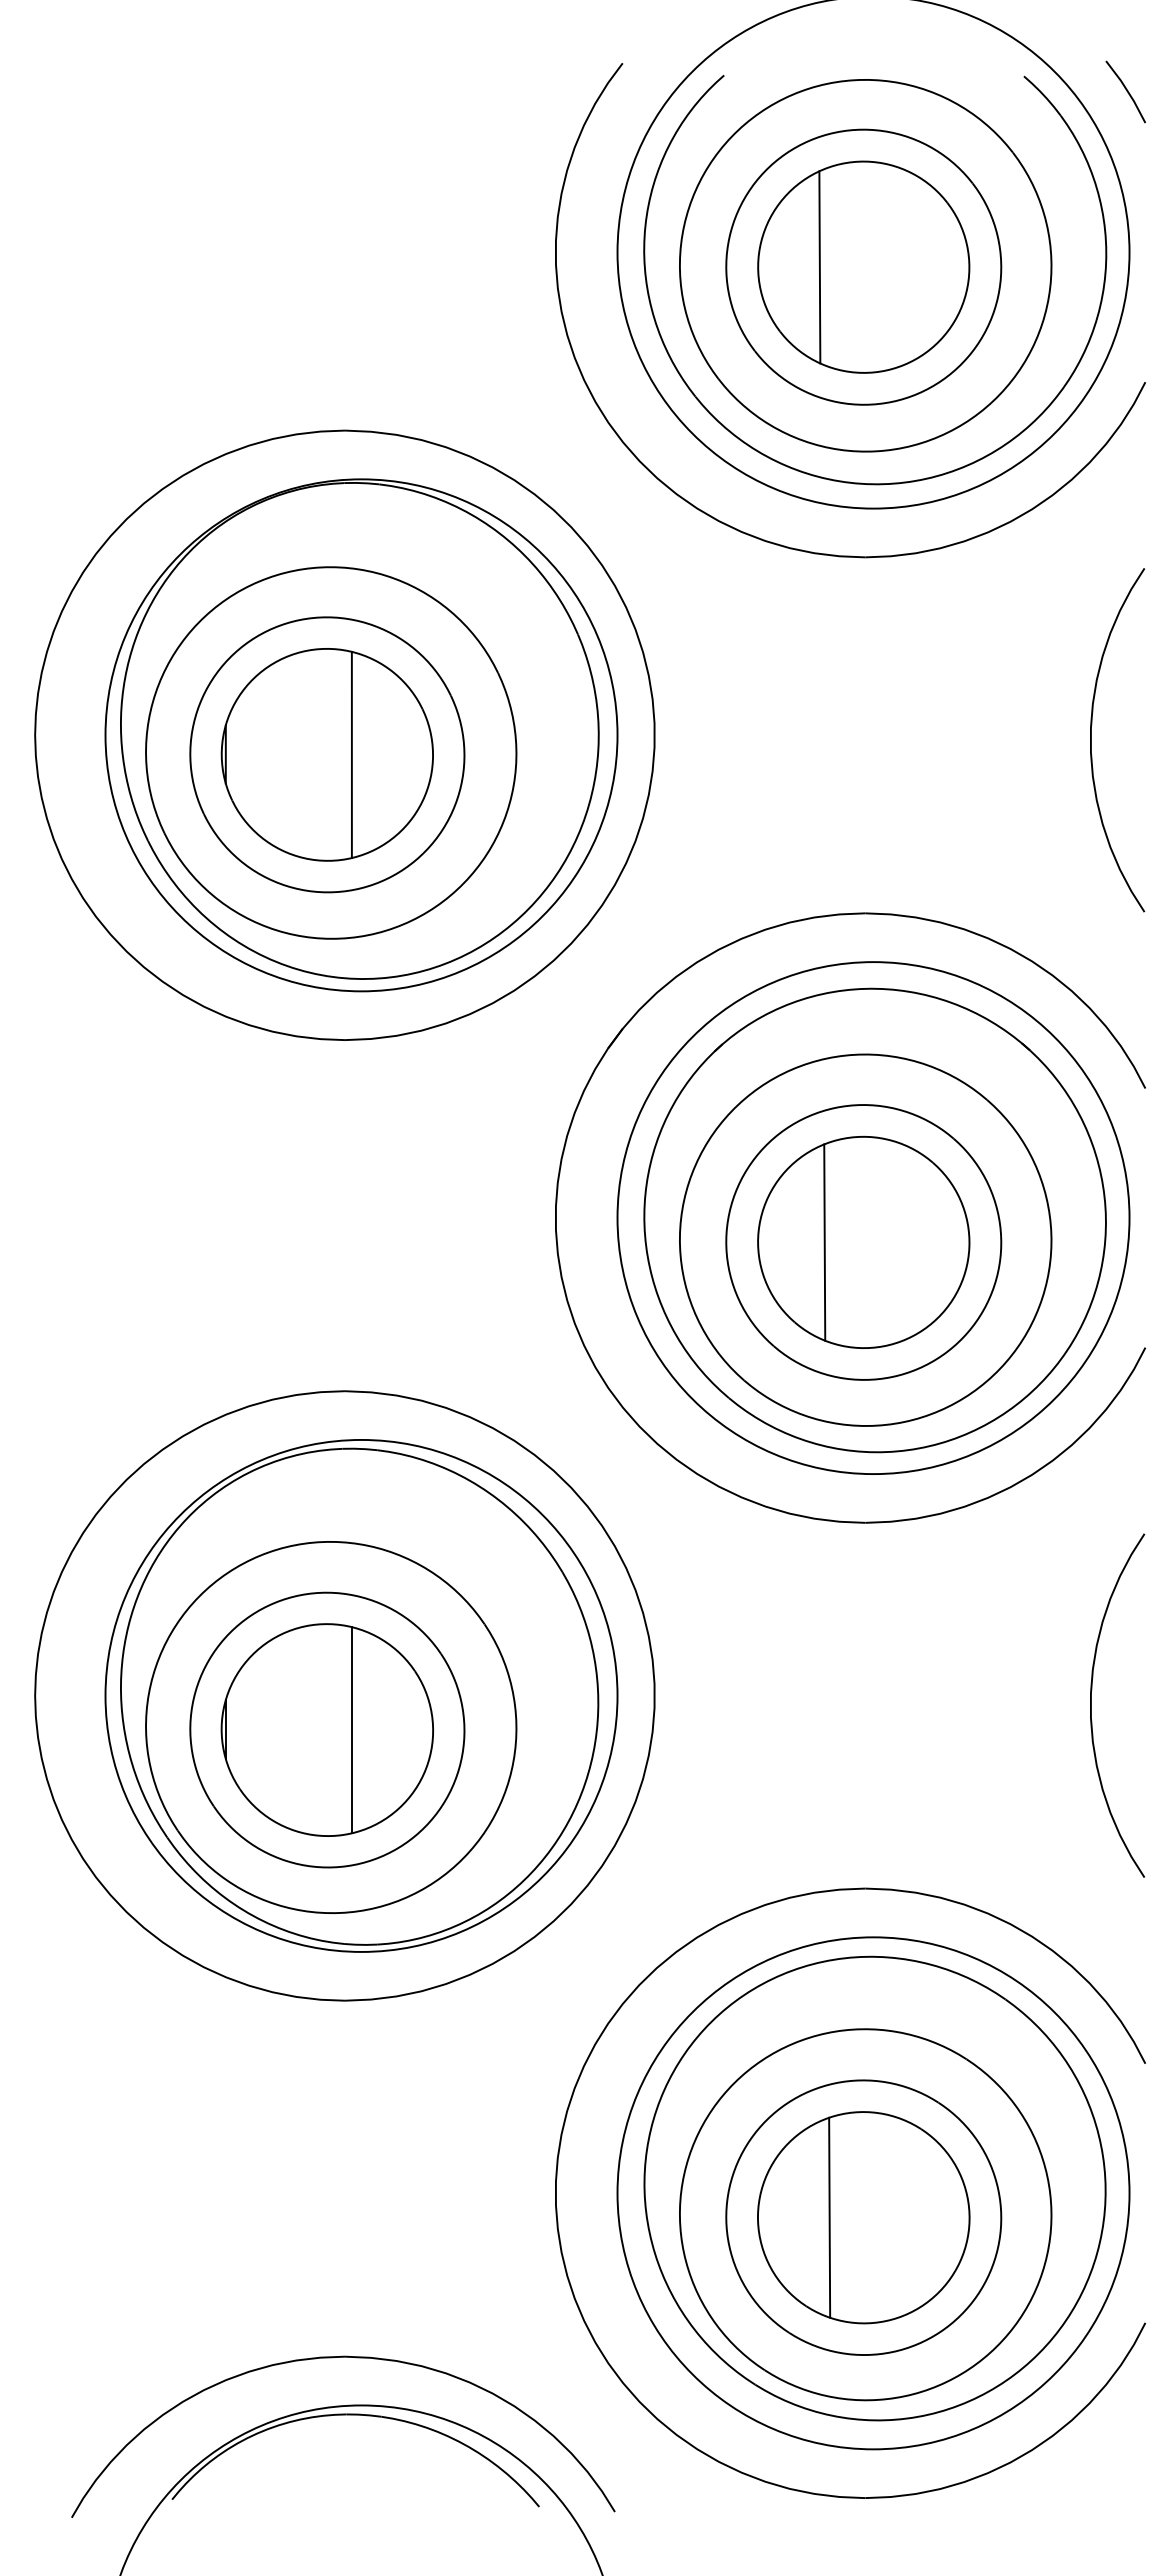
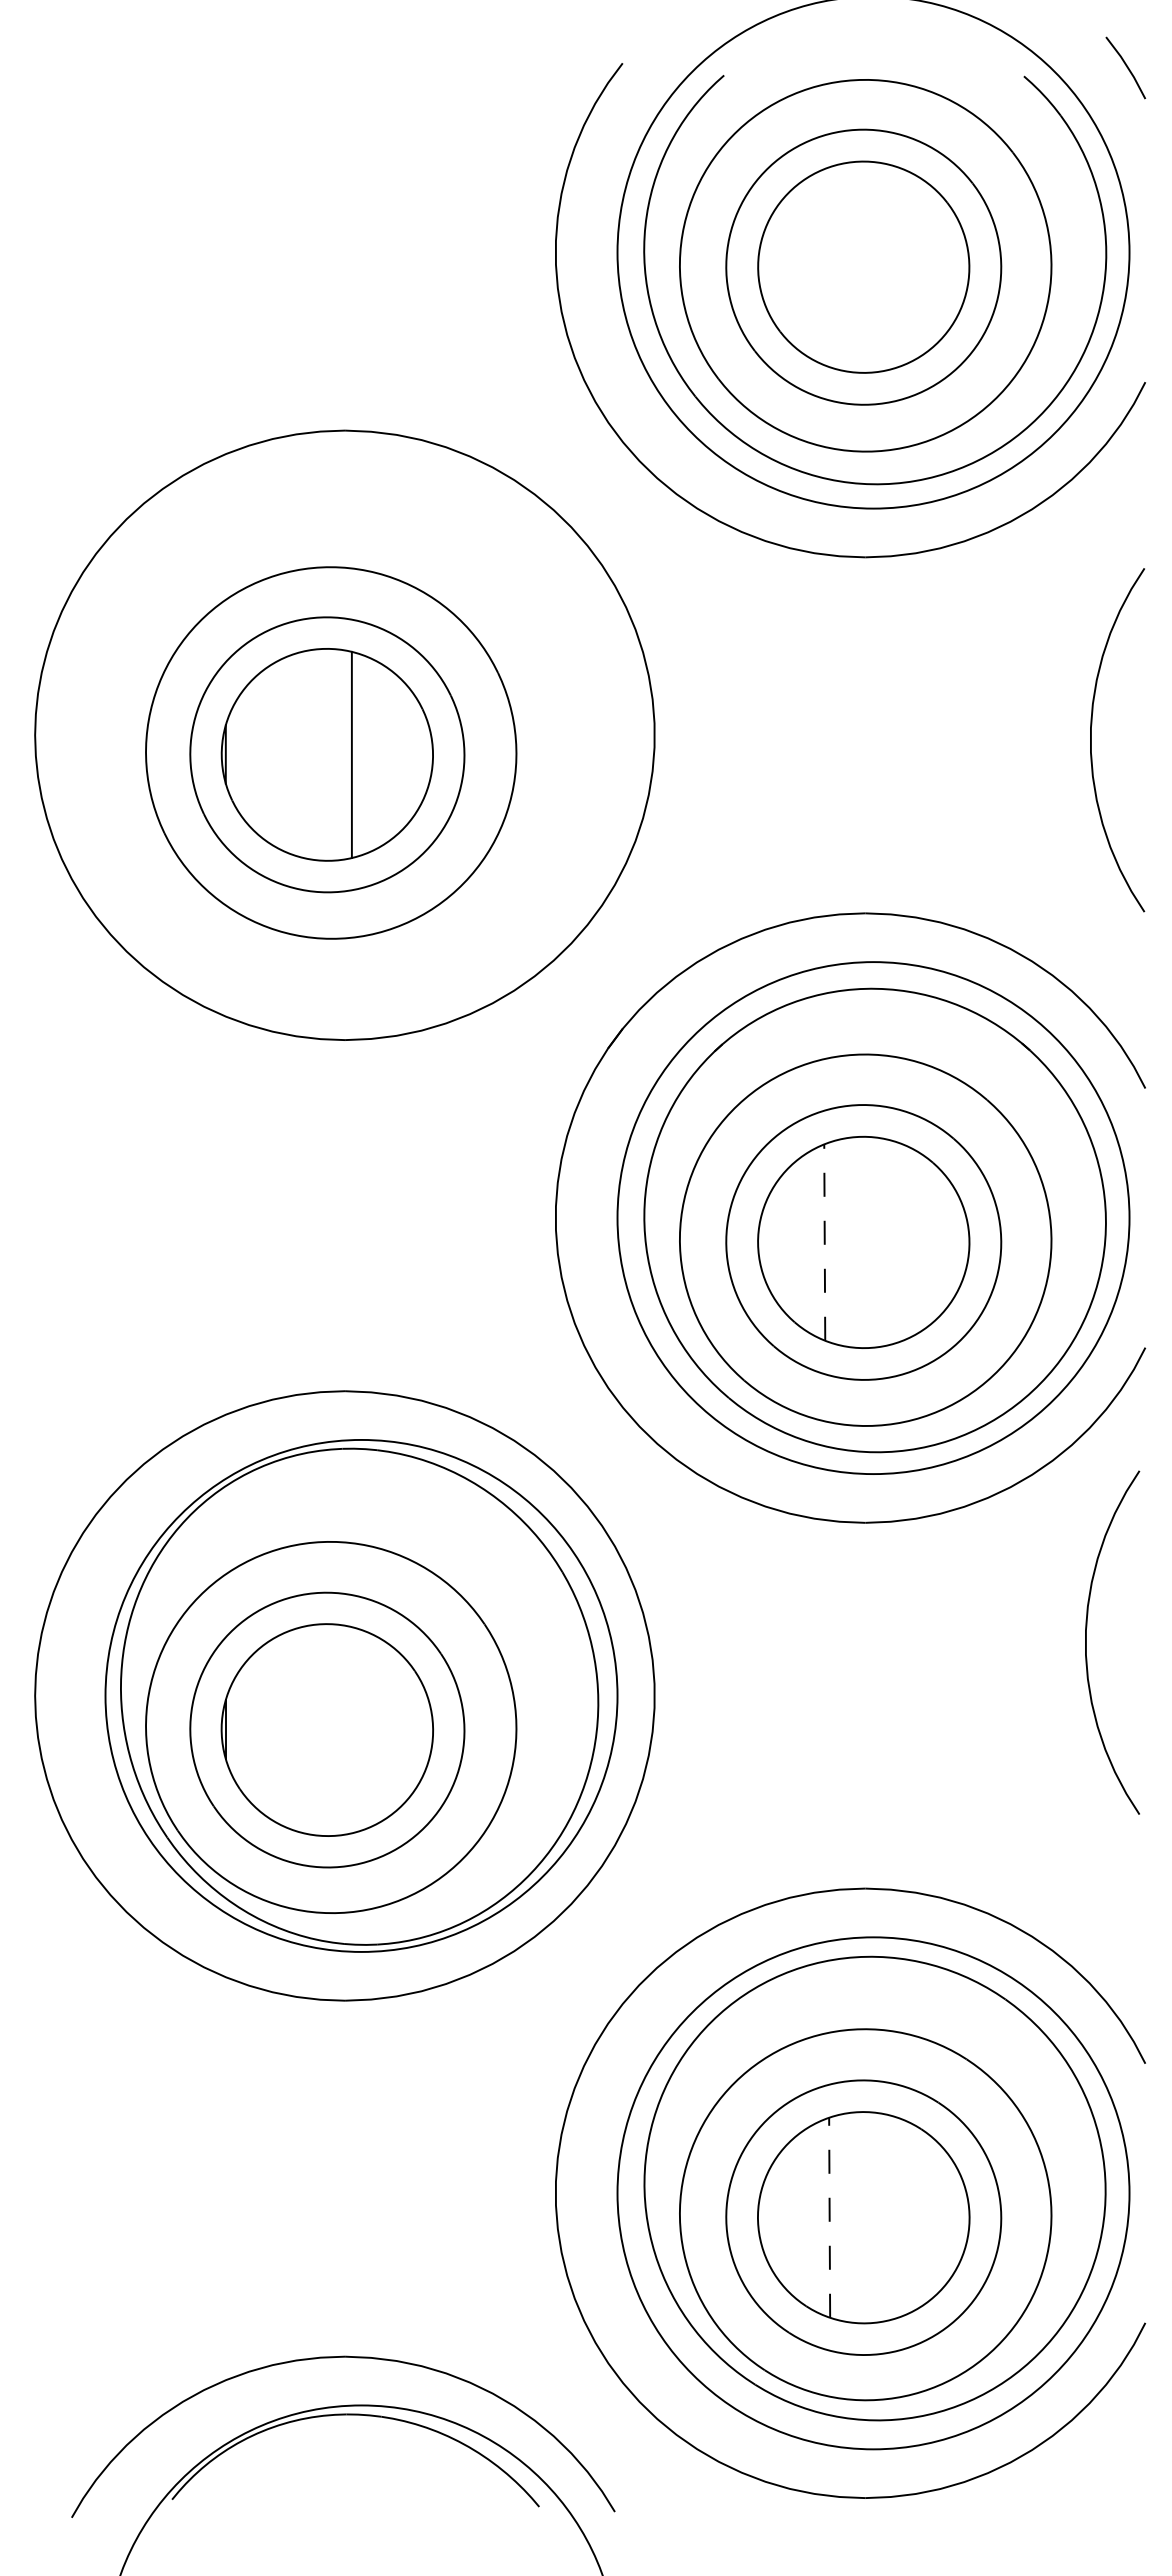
line at (1126, 91) position: (1126, 91) -> (1126, 67)
line at (819, 267): present -> none
part at (361, 735): present -> none
line at (824, 1242): solid -> dashed
curve at (1091, 1705) position: (1091, 1705) -> (1086, 1642)
line at (351, 1730): present -> none
line at (829, 2217): solid -> dashed
